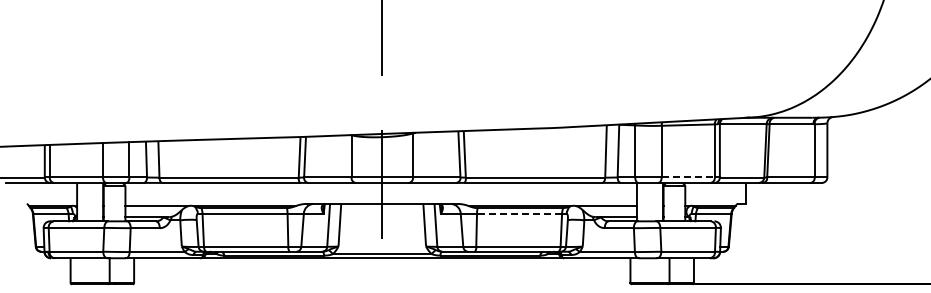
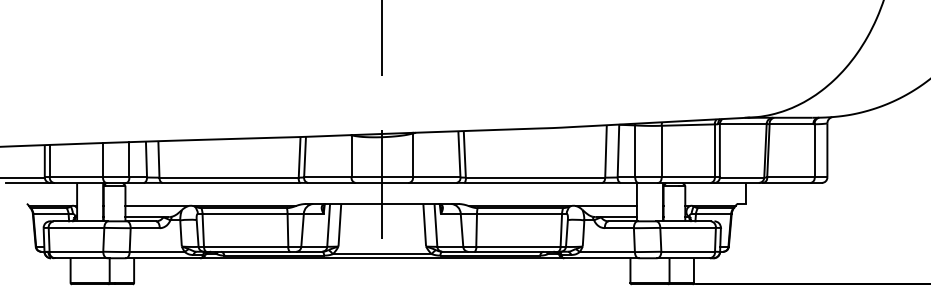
line at (688, 177): dashed -> solid
line at (519, 213): dashed -> solid
